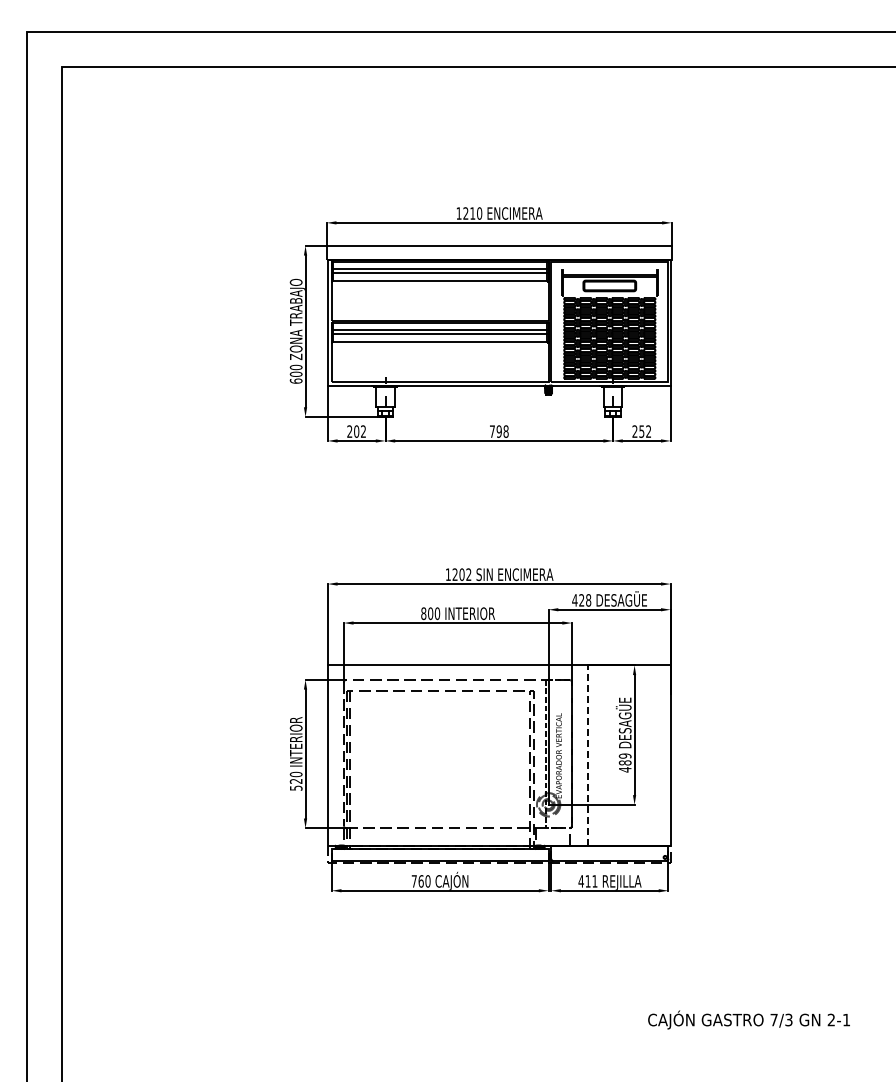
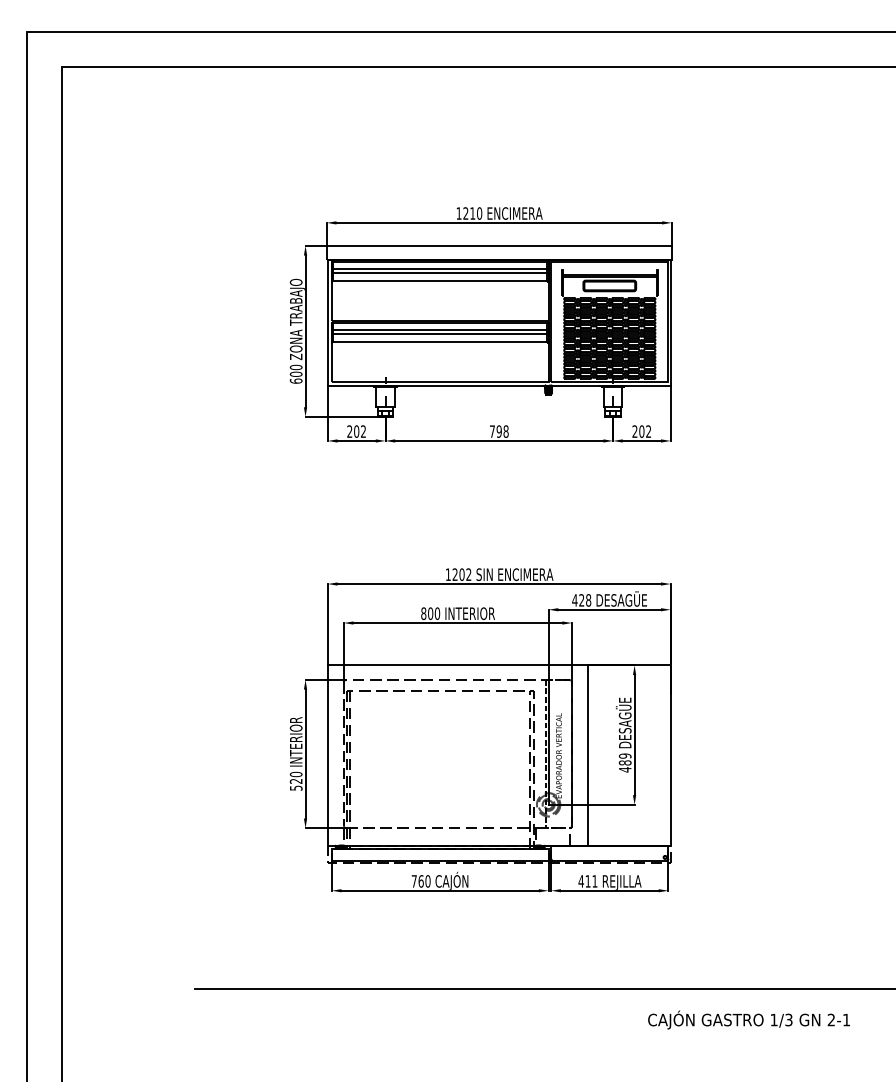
text at (641, 431): 252 -> 202
line at (588, 754): dashed -> solid
line at (543, 988): none -> present
text at (773, 1019): 7/3 -> 1/3
